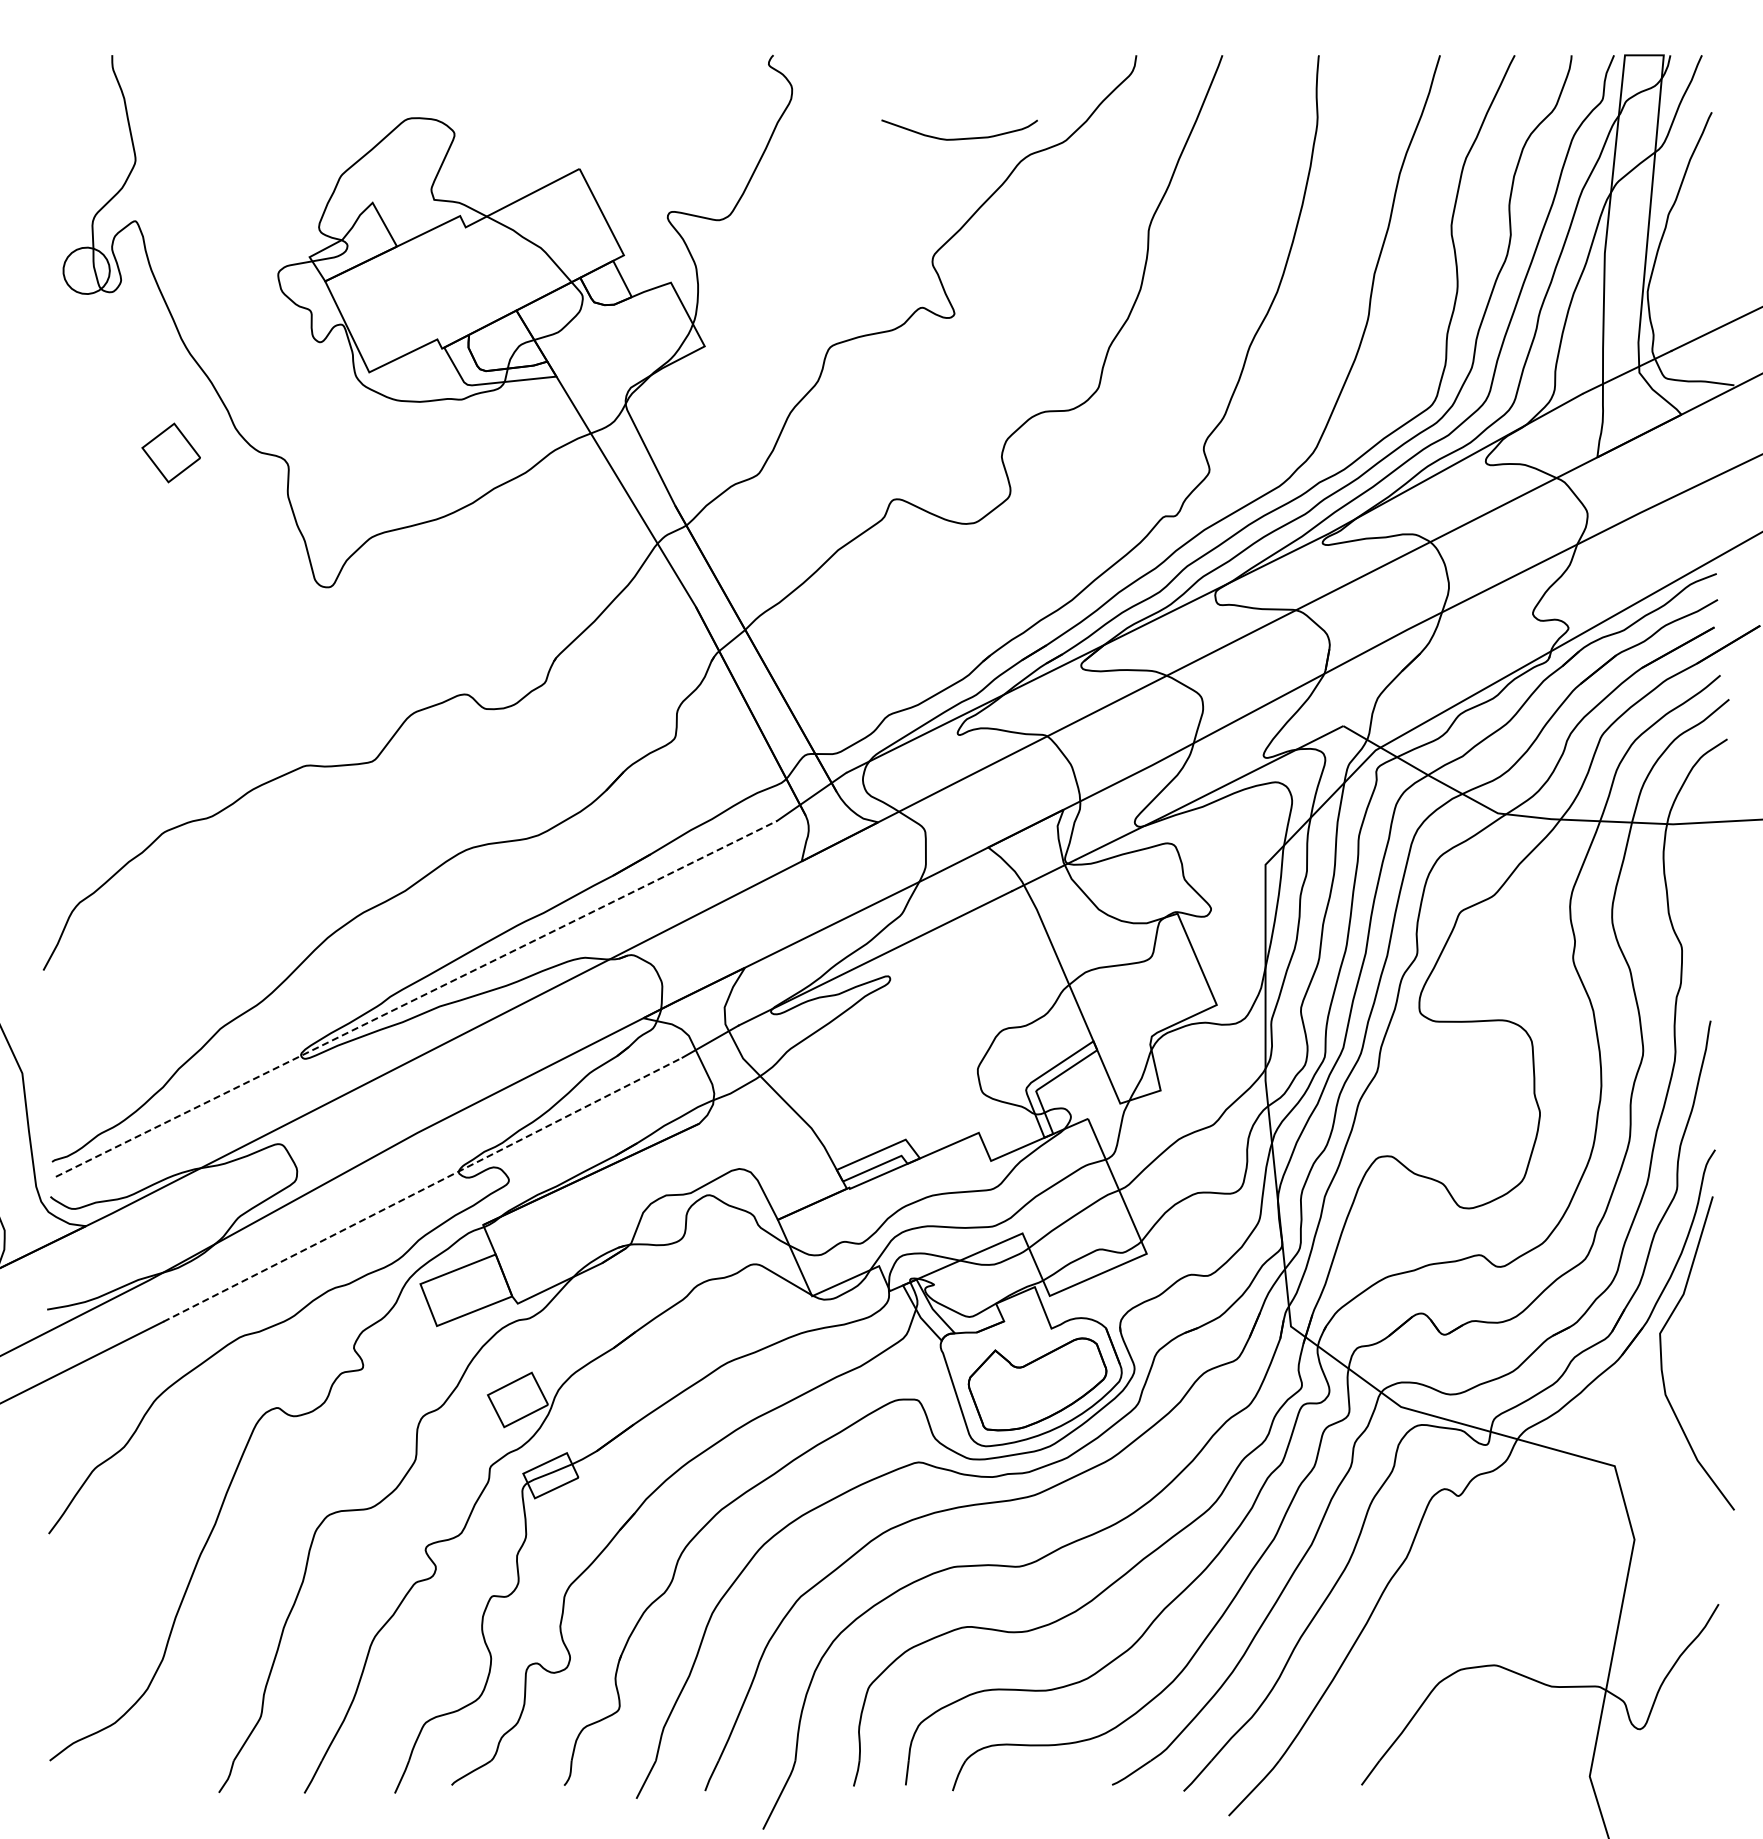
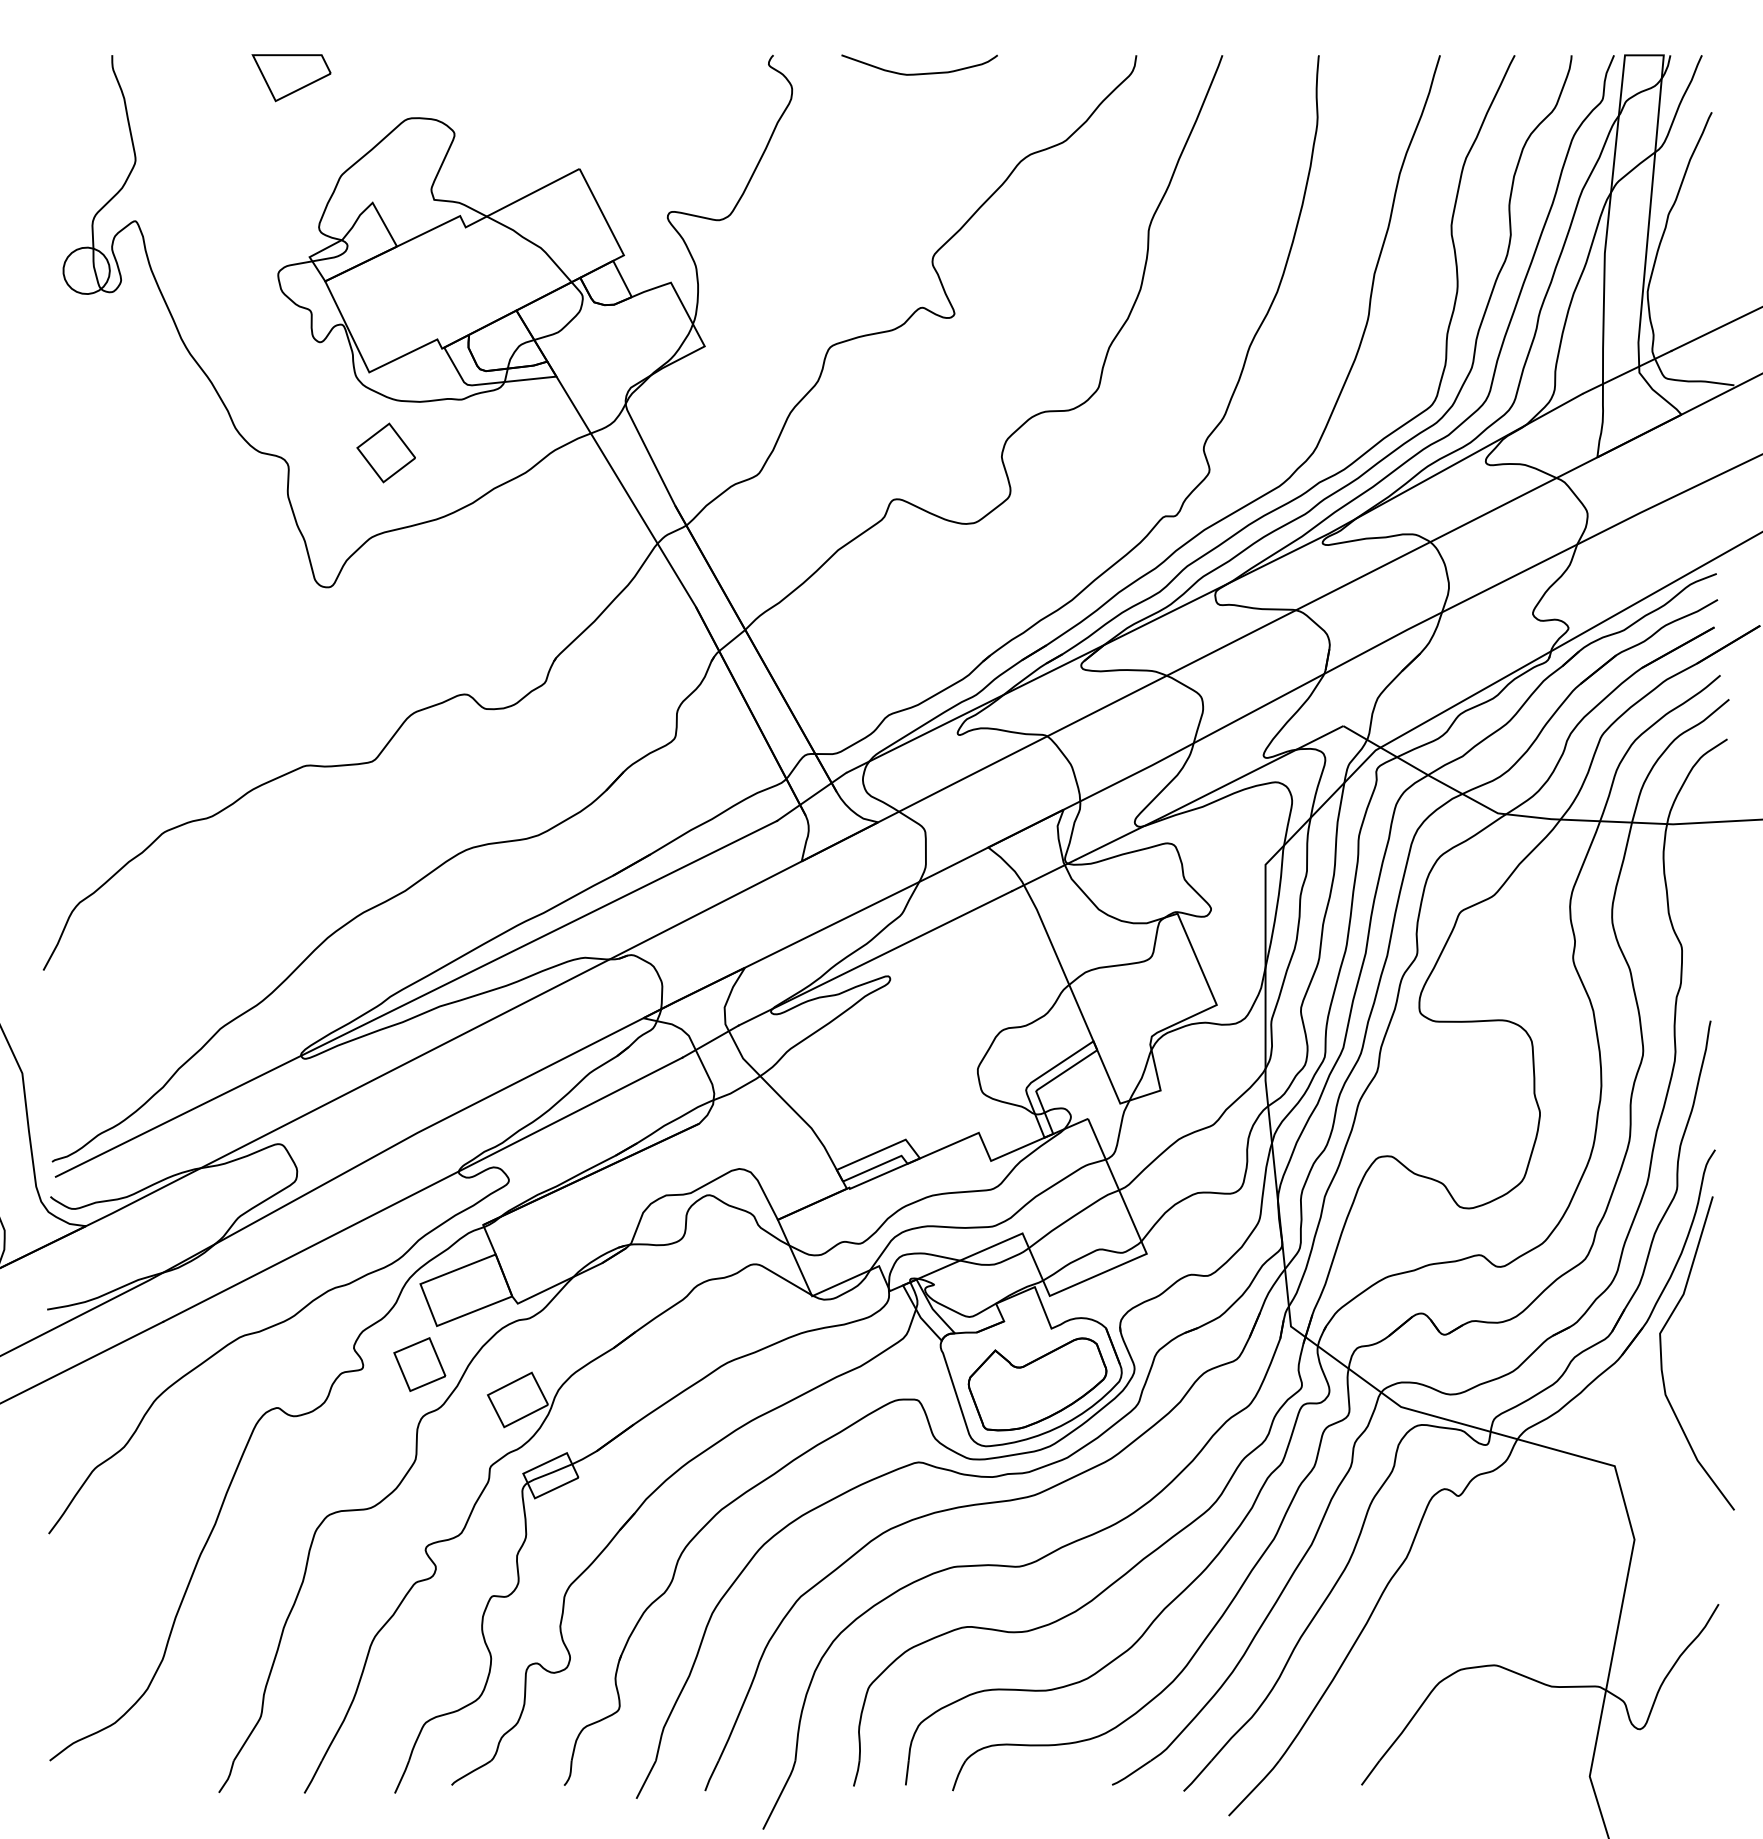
part at (291, 78): none -> present
curve at (959, 138) position: (959, 138) -> (919, 73)
part at (170, 452) position: (170, 452) -> (385, 452)
line at (416, 998): dashed -> solid
line at (423, 1189): dashed -> solid
part at (419, 1364): none -> present
